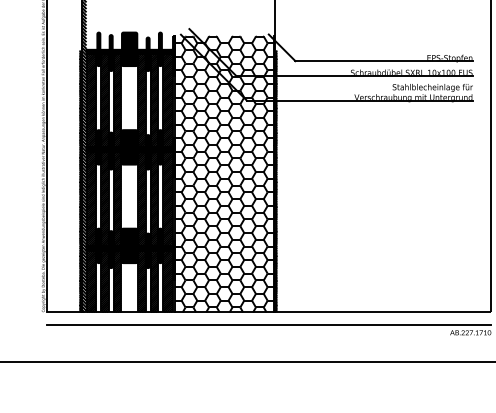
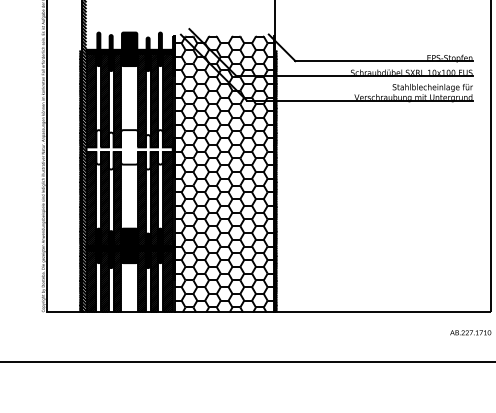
fill at (129, 149): present -> none
line at (268, 324): present -> none
